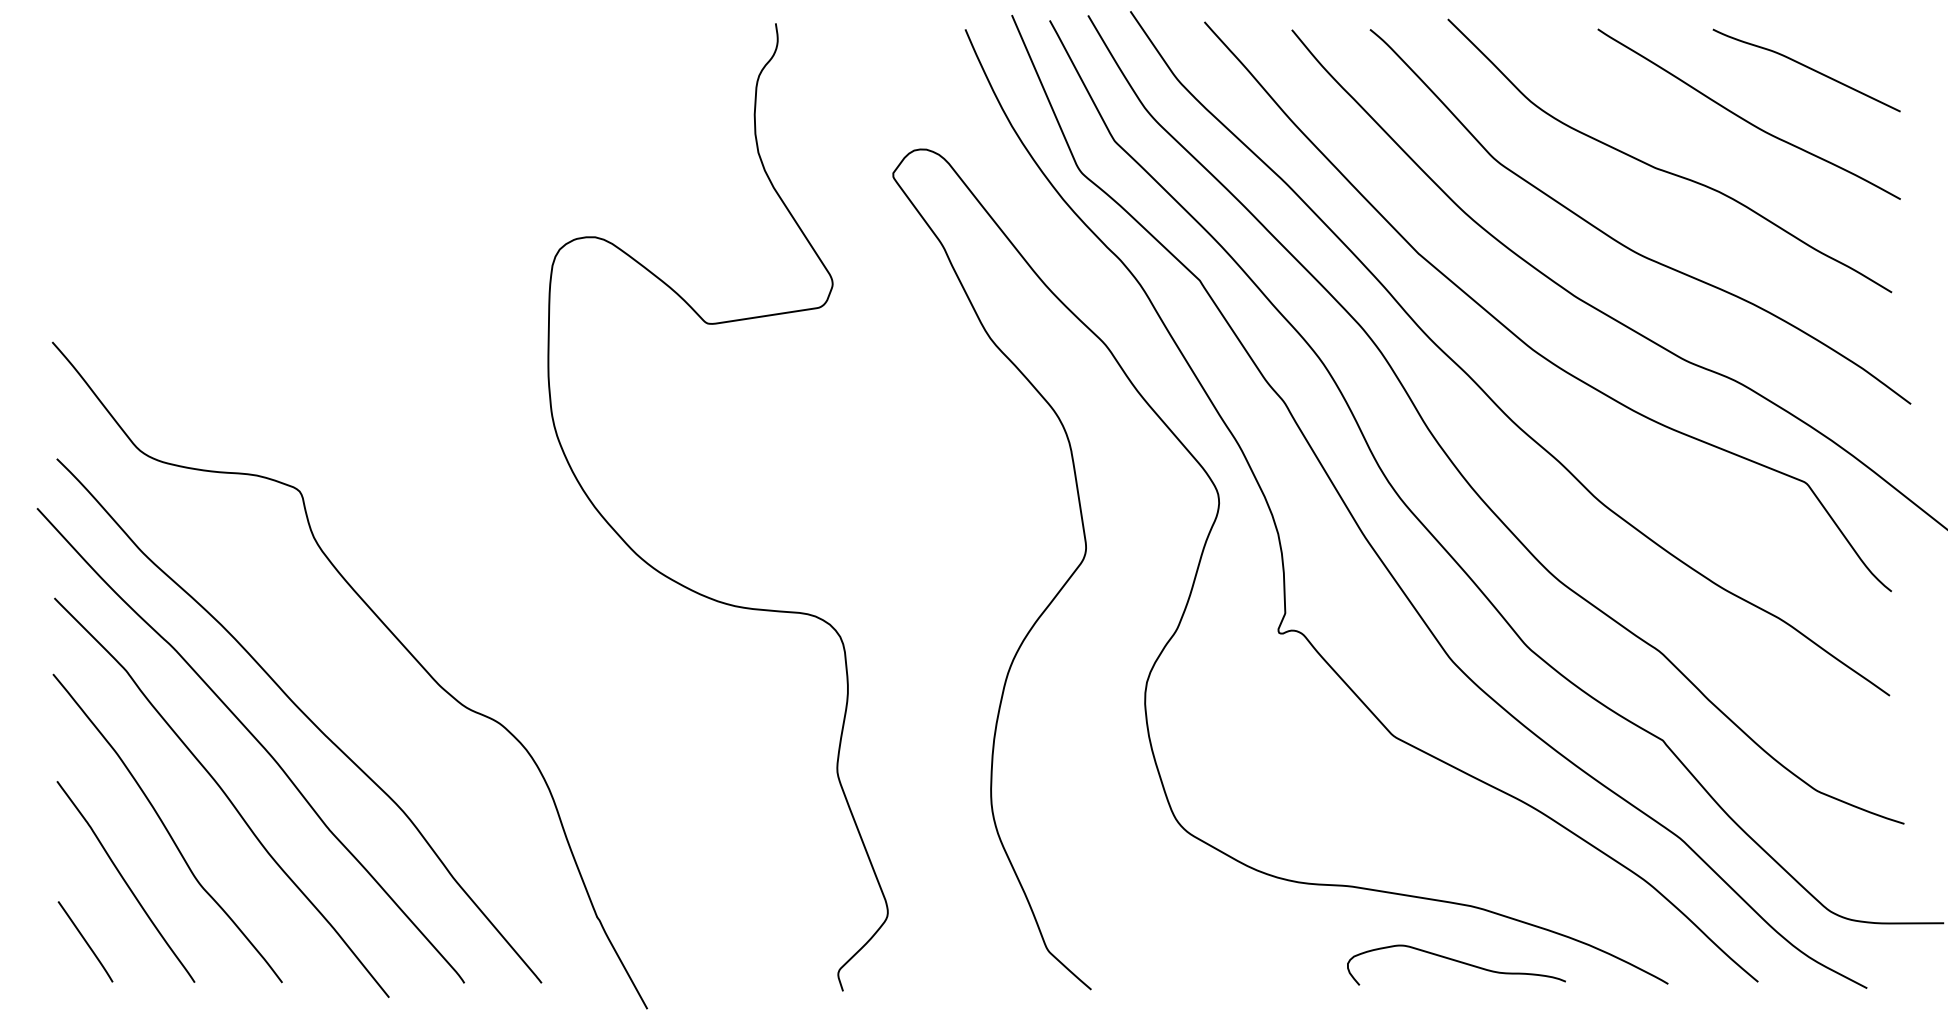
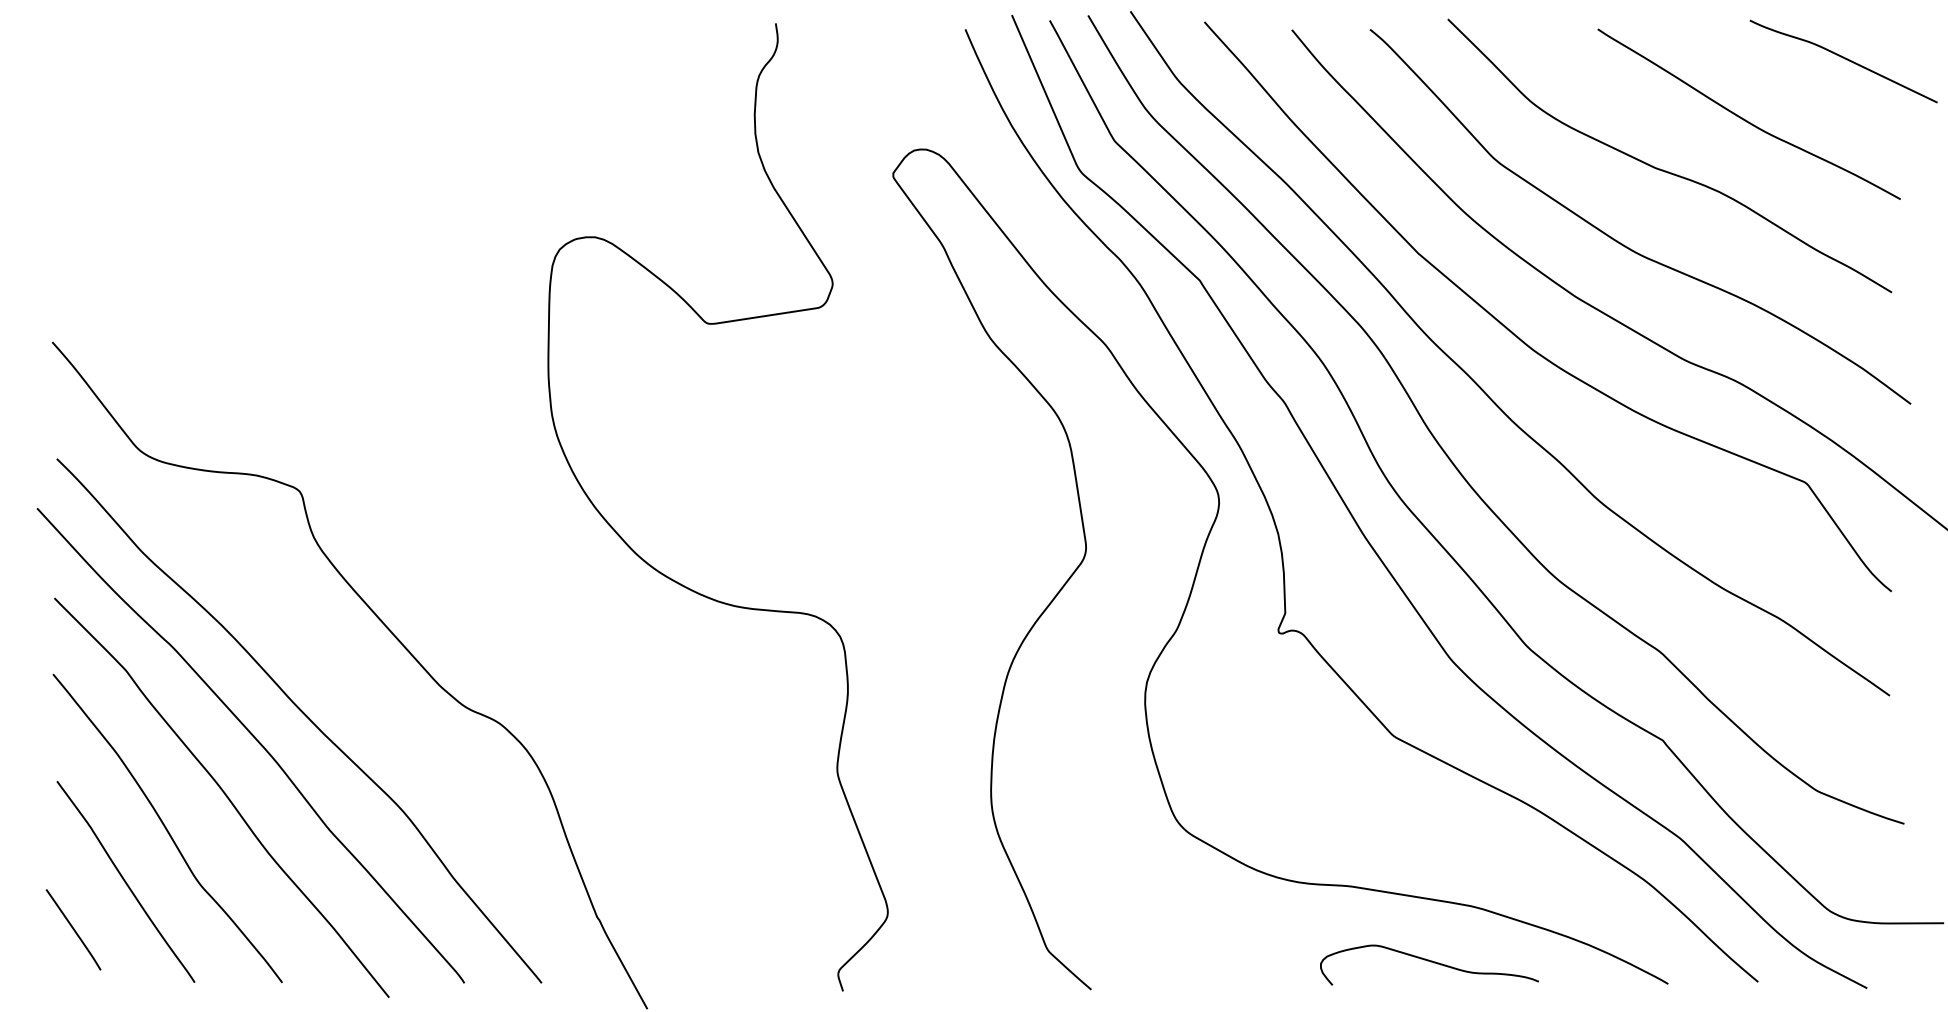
curve at (1807, 68) position: (1807, 68) -> (1844, 59)
line at (85, 941) position: (85, 941) -> (73, 929)
curve at (1457, 962) position: (1457, 962) -> (1430, 962)
